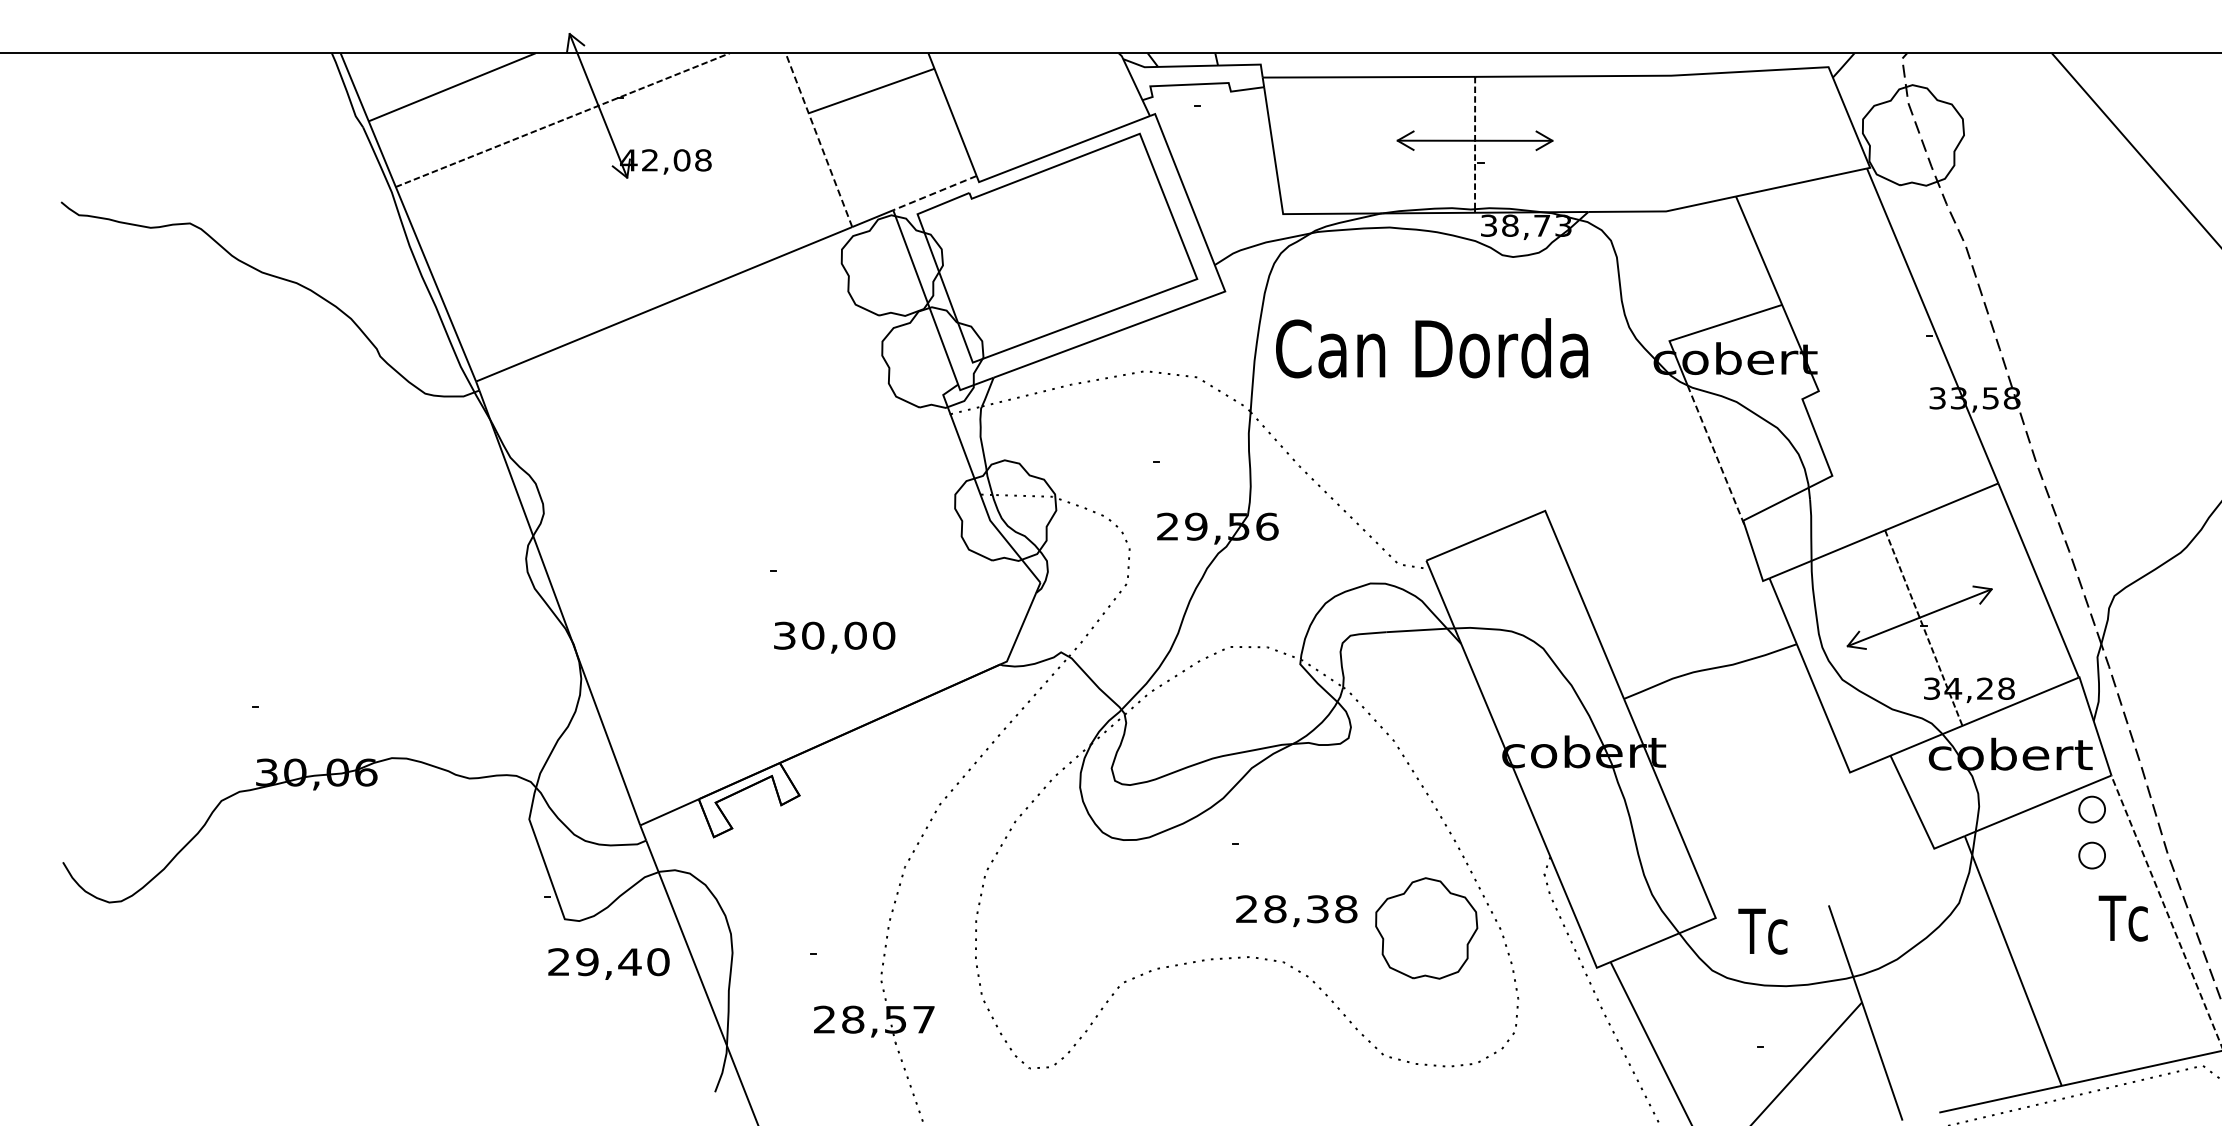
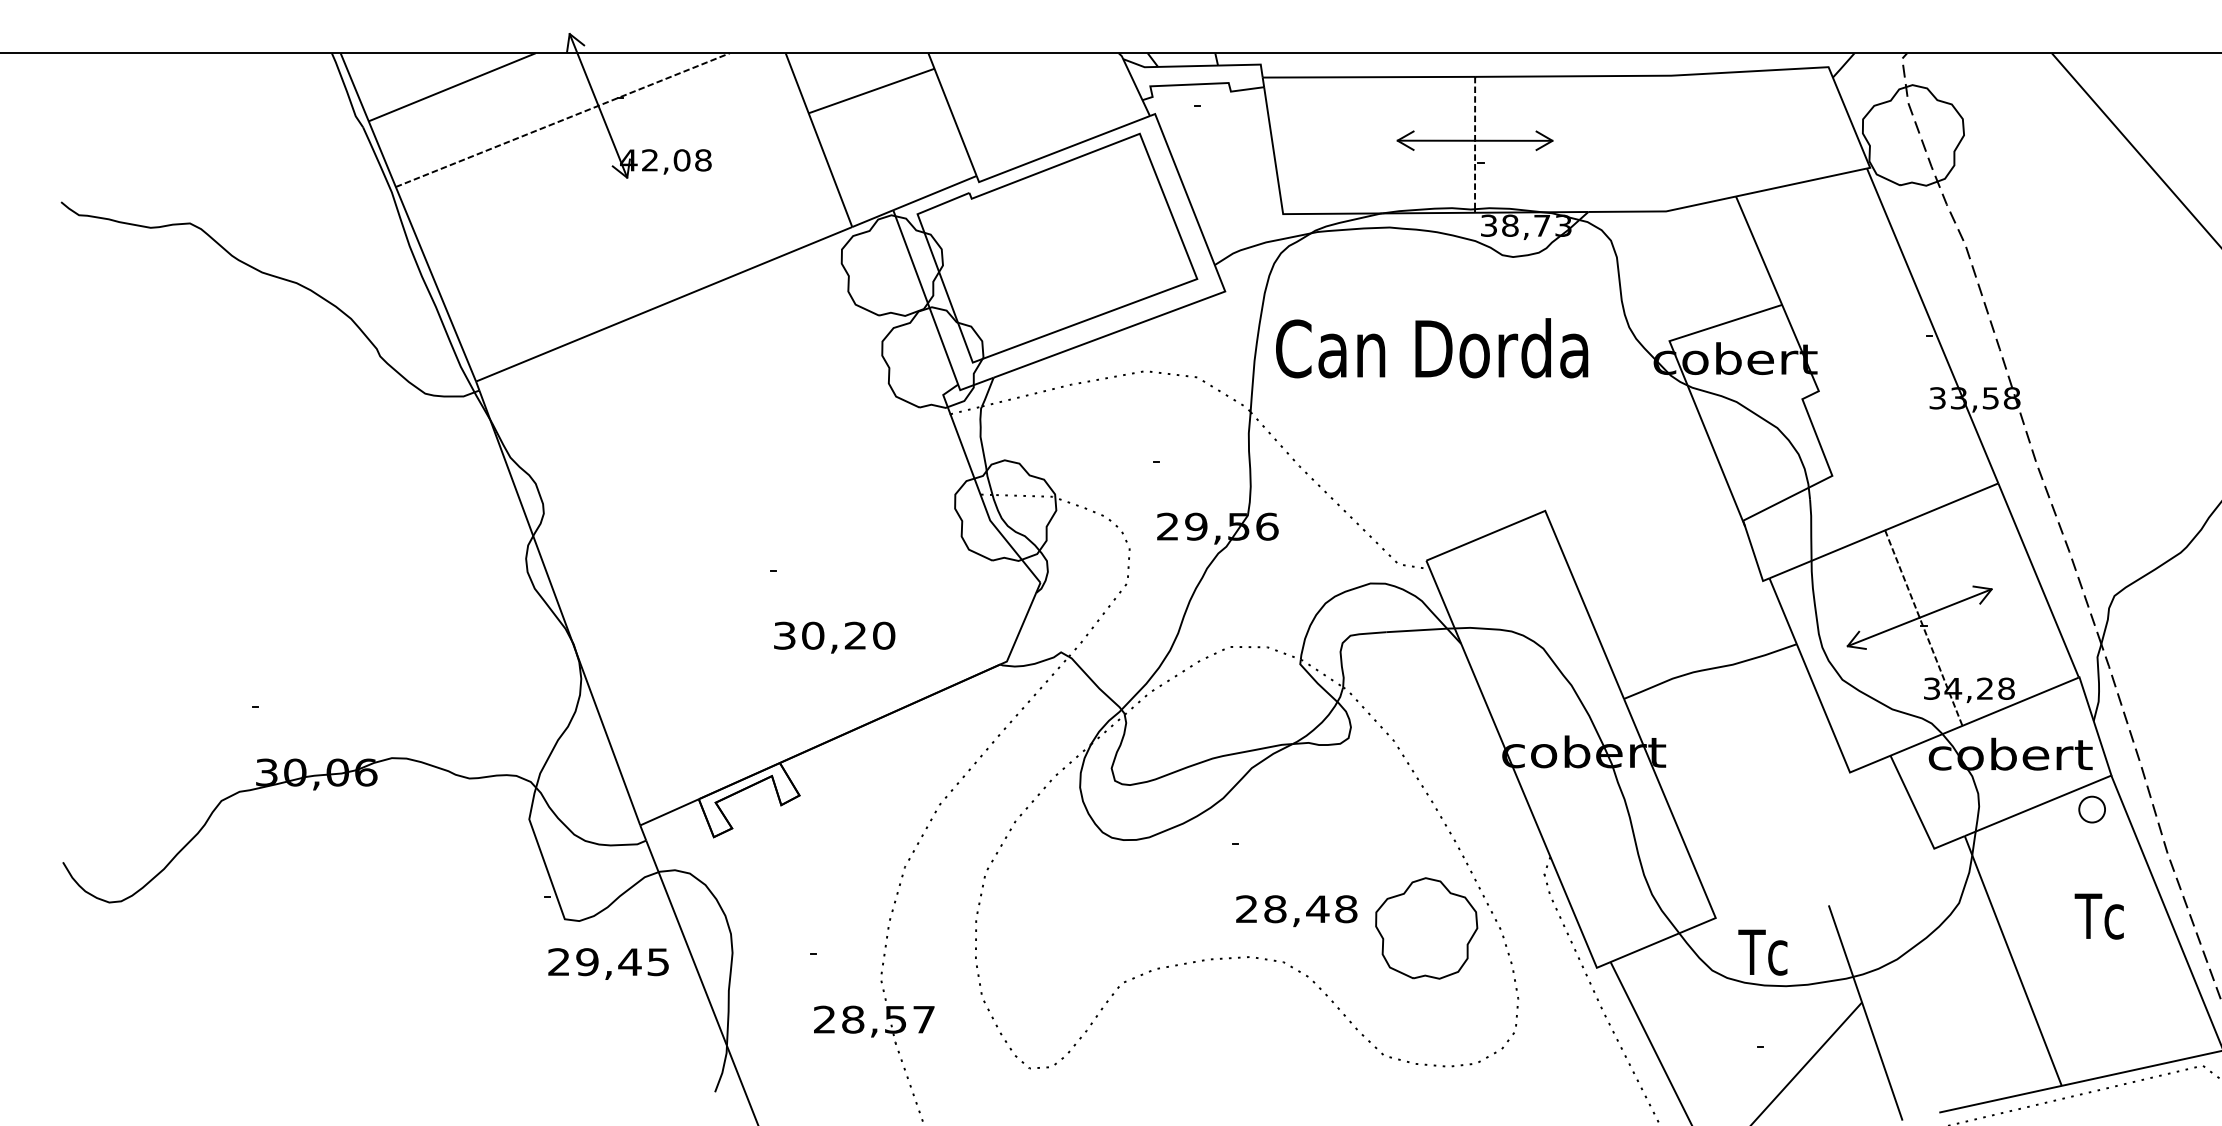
line at (818, 139): dashed -> solid
line at (934, 193): dashed -> solid
line at (1716, 456): dashed -> solid
text at (855, 635): 30,00 -> 30,20
part at (2091, 855): present -> none
text at (1317, 909): 28,38 -> 28,48
line at (2166, 910): dashed -> solid
text at (2122, 918) position: (2122, 918) -> (2098, 916)
text at (1762, 931) position: (1762, 931) -> (1762, 952)
text at (658, 962): 29,40 -> 29,45
